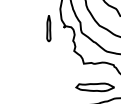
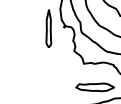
part at (48, 28) size: 6x28 px -> 8x39 px
